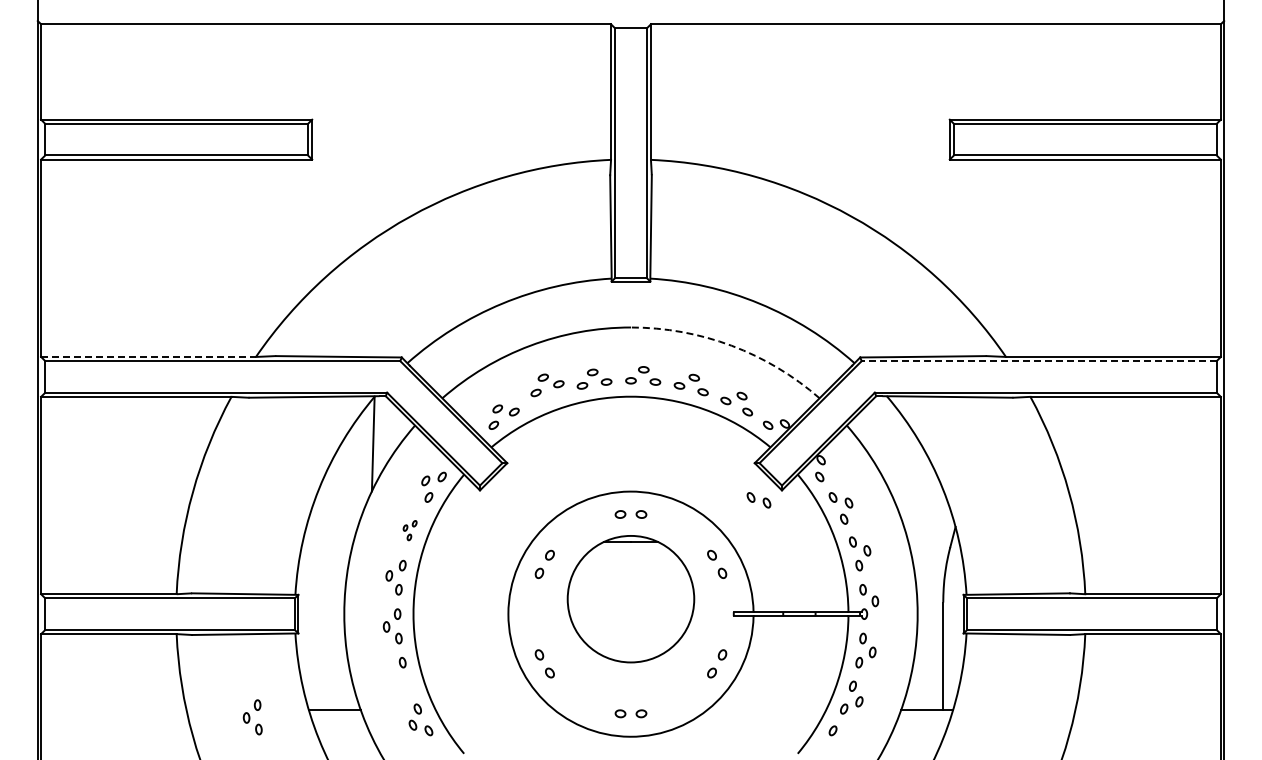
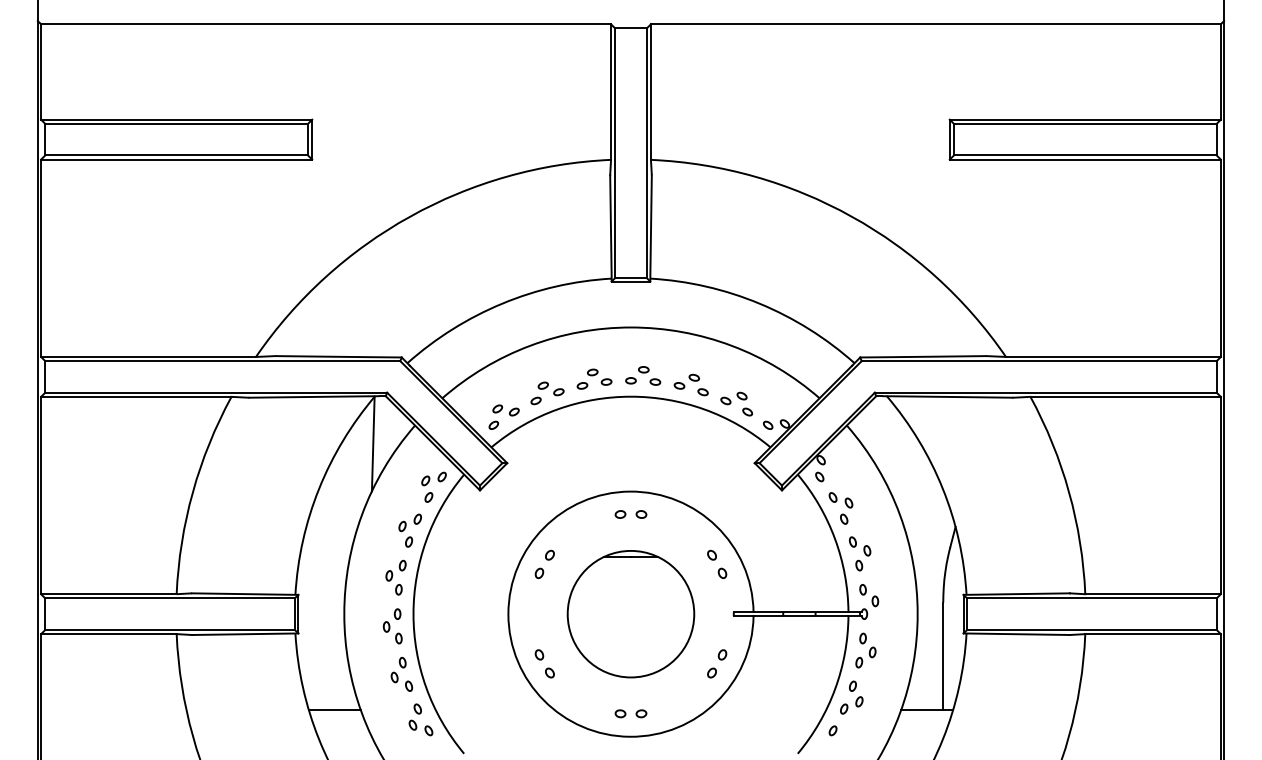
arc at (731, 345): dashed -> solid
line at (149, 356): dashed -> solid
line at (1039, 361): dashed -> solid
part at (547, 385) position: (547, 385) -> (547, 393)
part at (758, 500): present -> none
part at (409, 530) size: 16x22 px -> 24x35 px
part at (630, 599) position: (630, 599) -> (630, 614)
part at (401, 681): none -> present
part at (252, 717): present -> none
